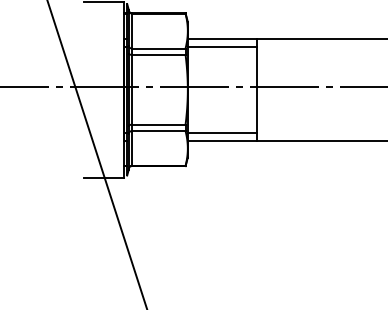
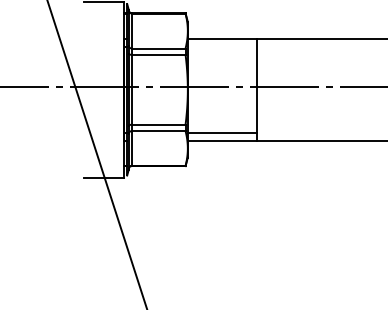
line at (222, 46): present -> none
